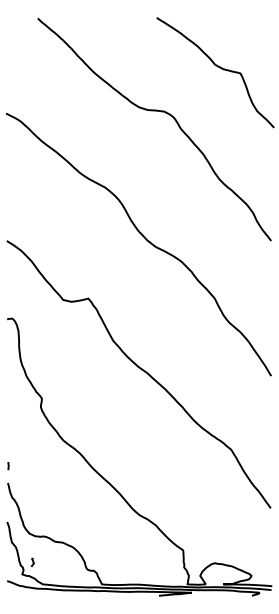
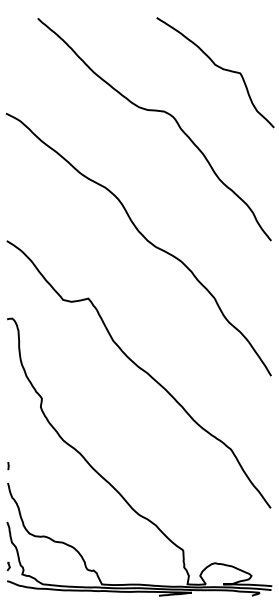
line at (32, 561) position: (32, 561) -> (8, 565)
